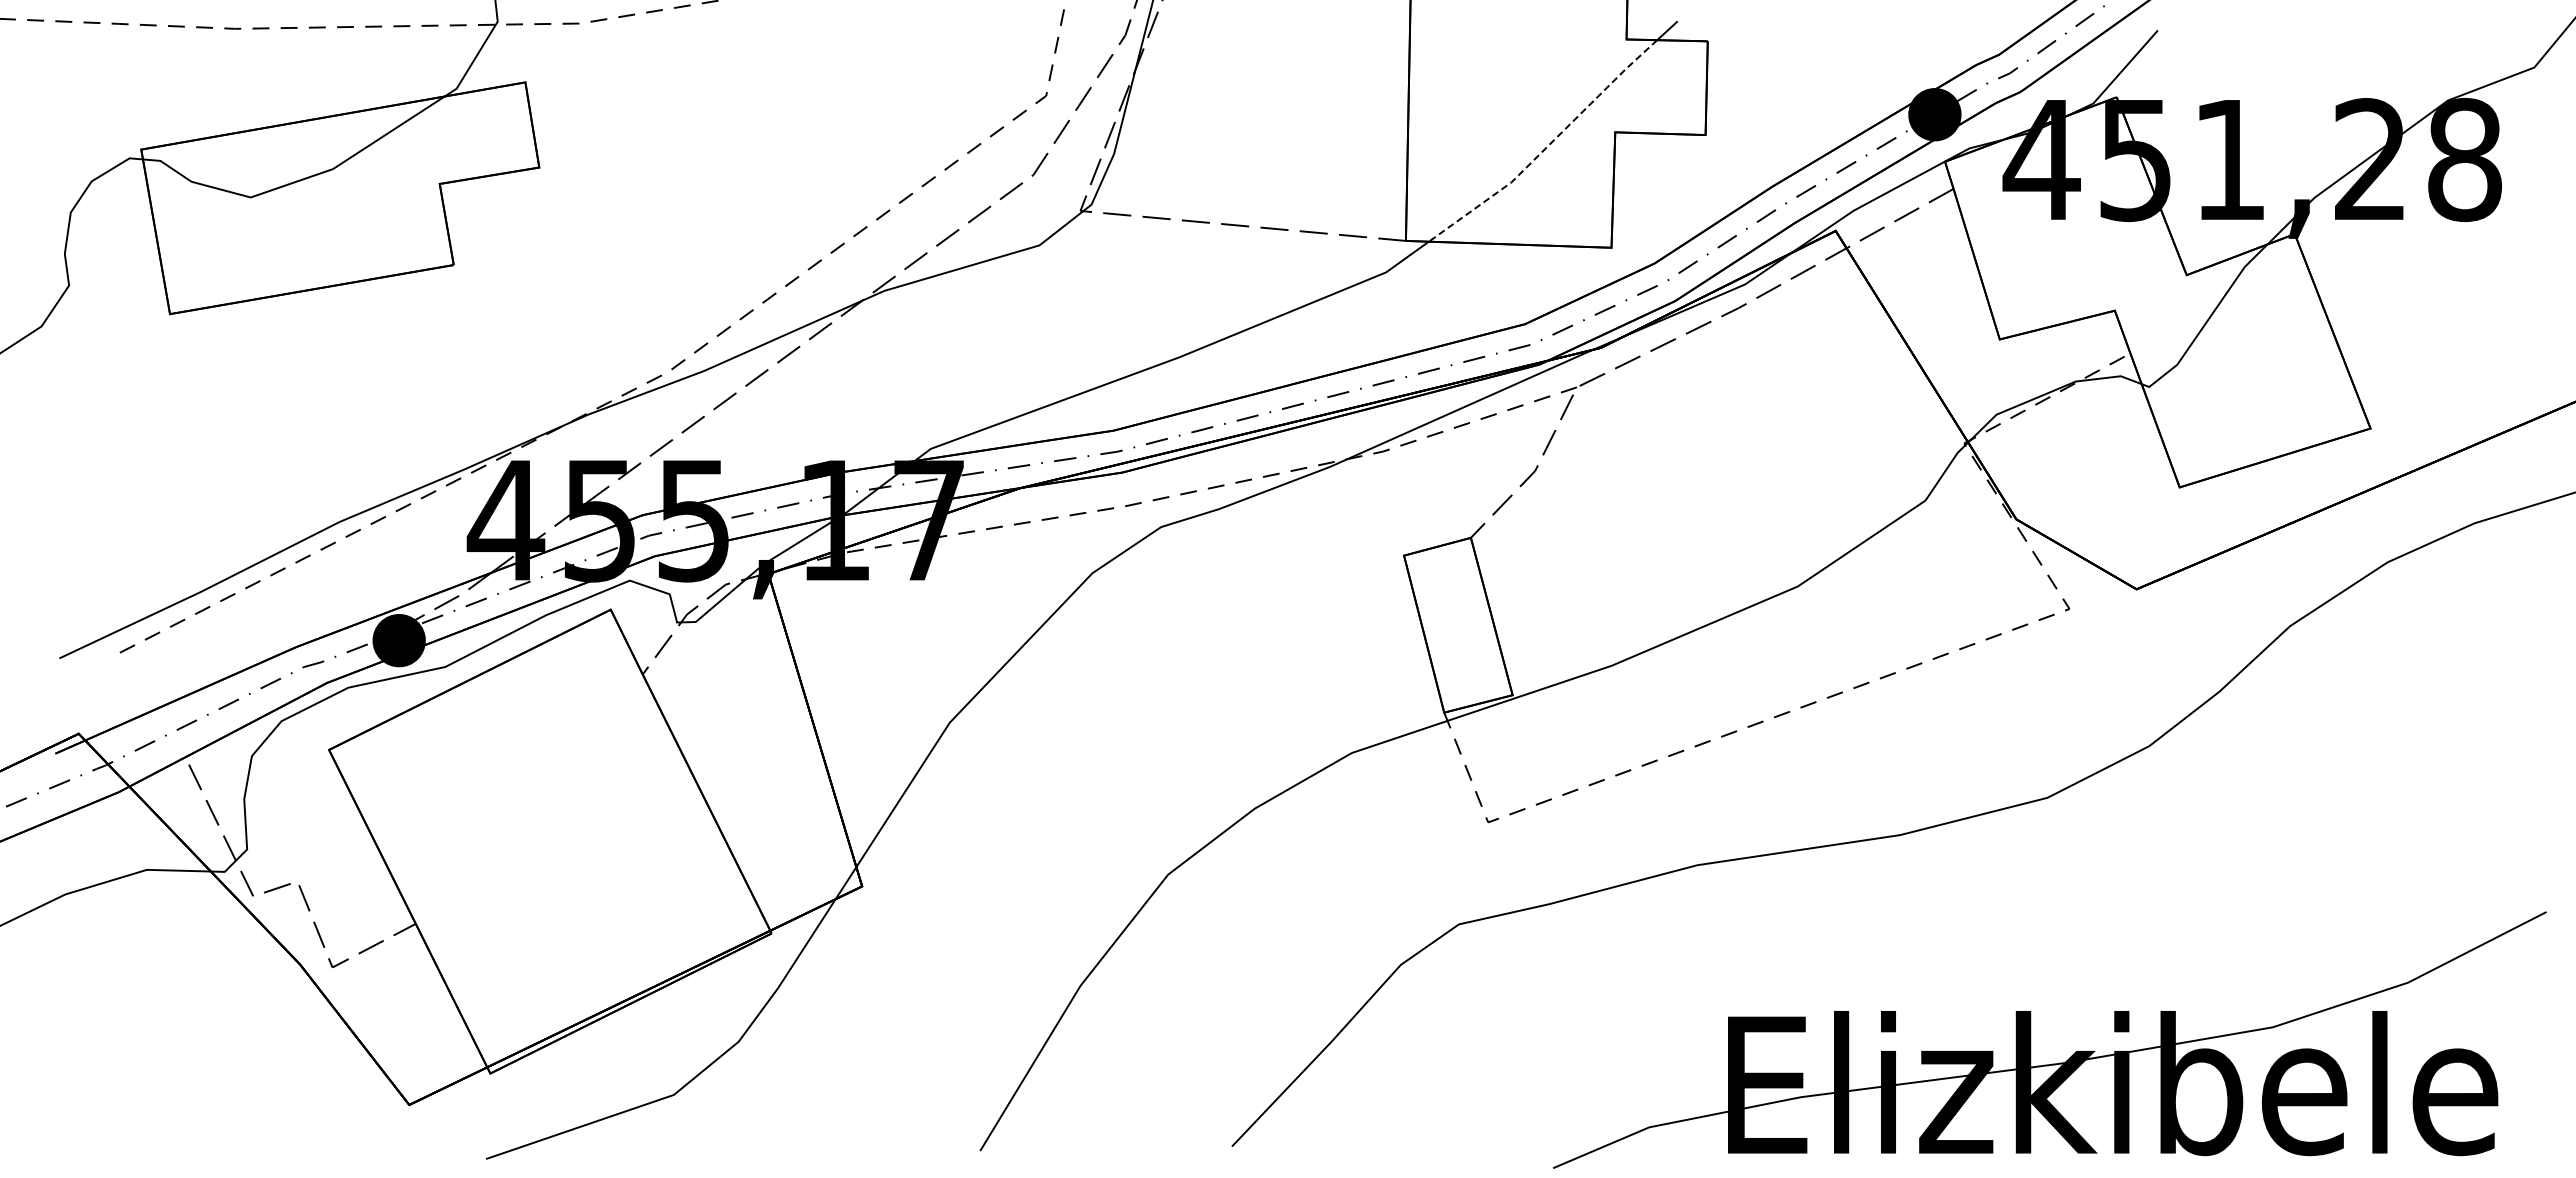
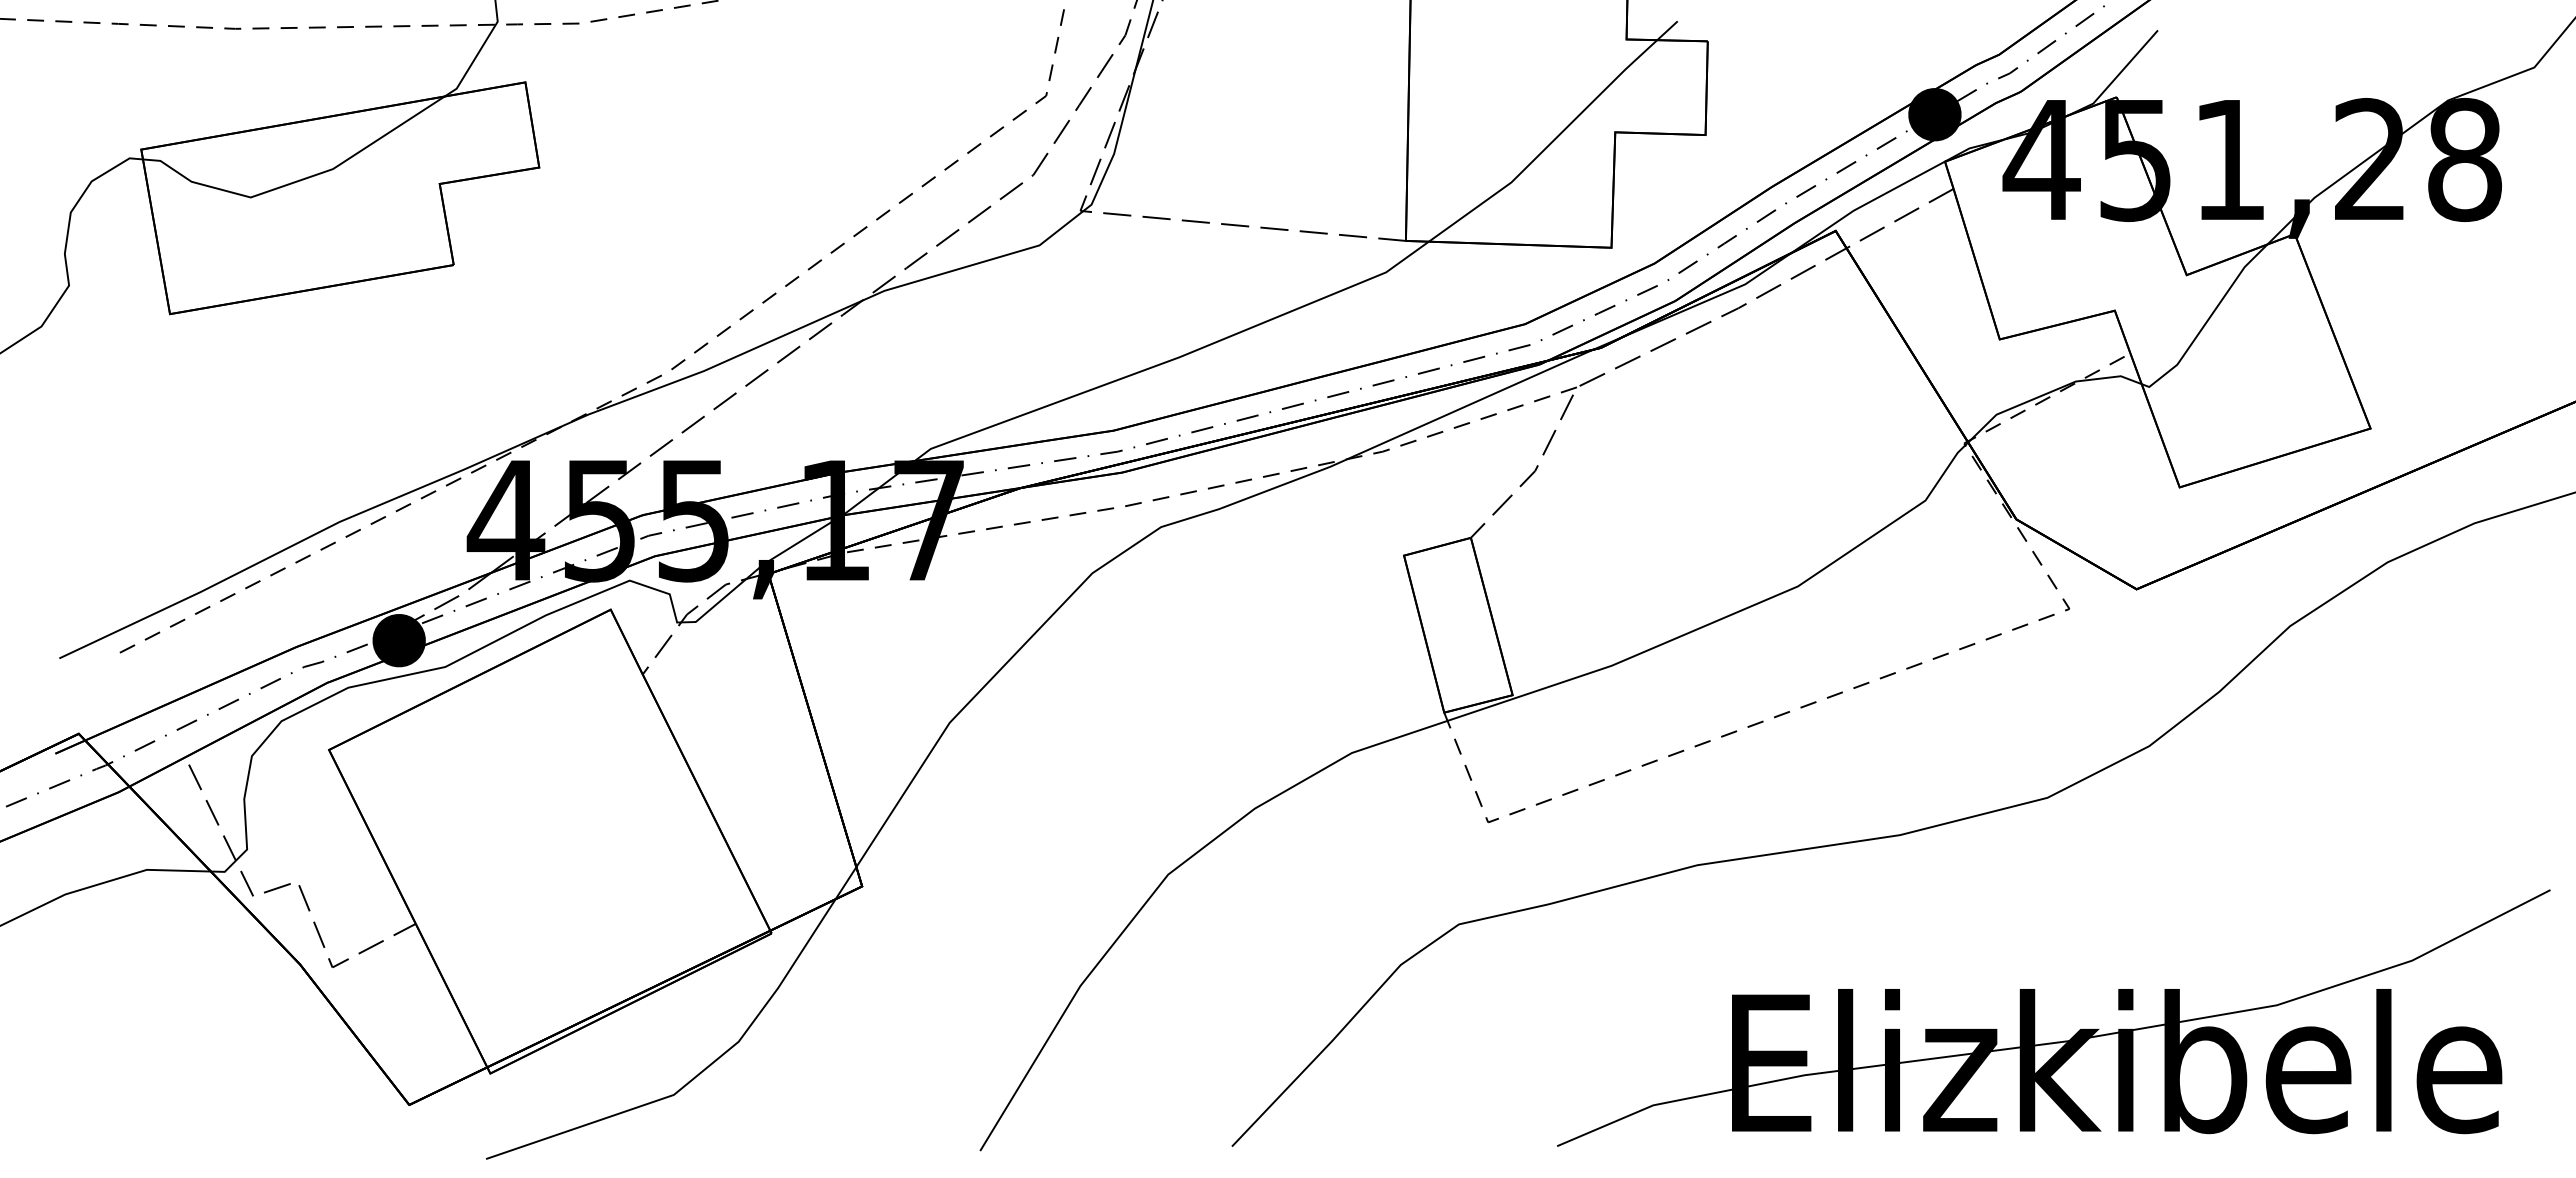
line at (1547, 146): dashed -> solid
part at (2031, 1039) position: (2031, 1039) -> (2035, 1017)
